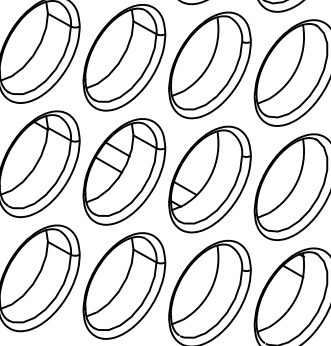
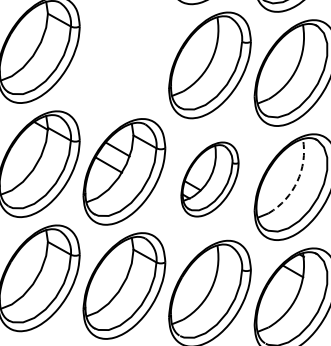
part at (124, 57): present -> none
part at (209, 179) size: 84x109 px -> 60x77 px
arc at (297, 181): solid -> dashed
